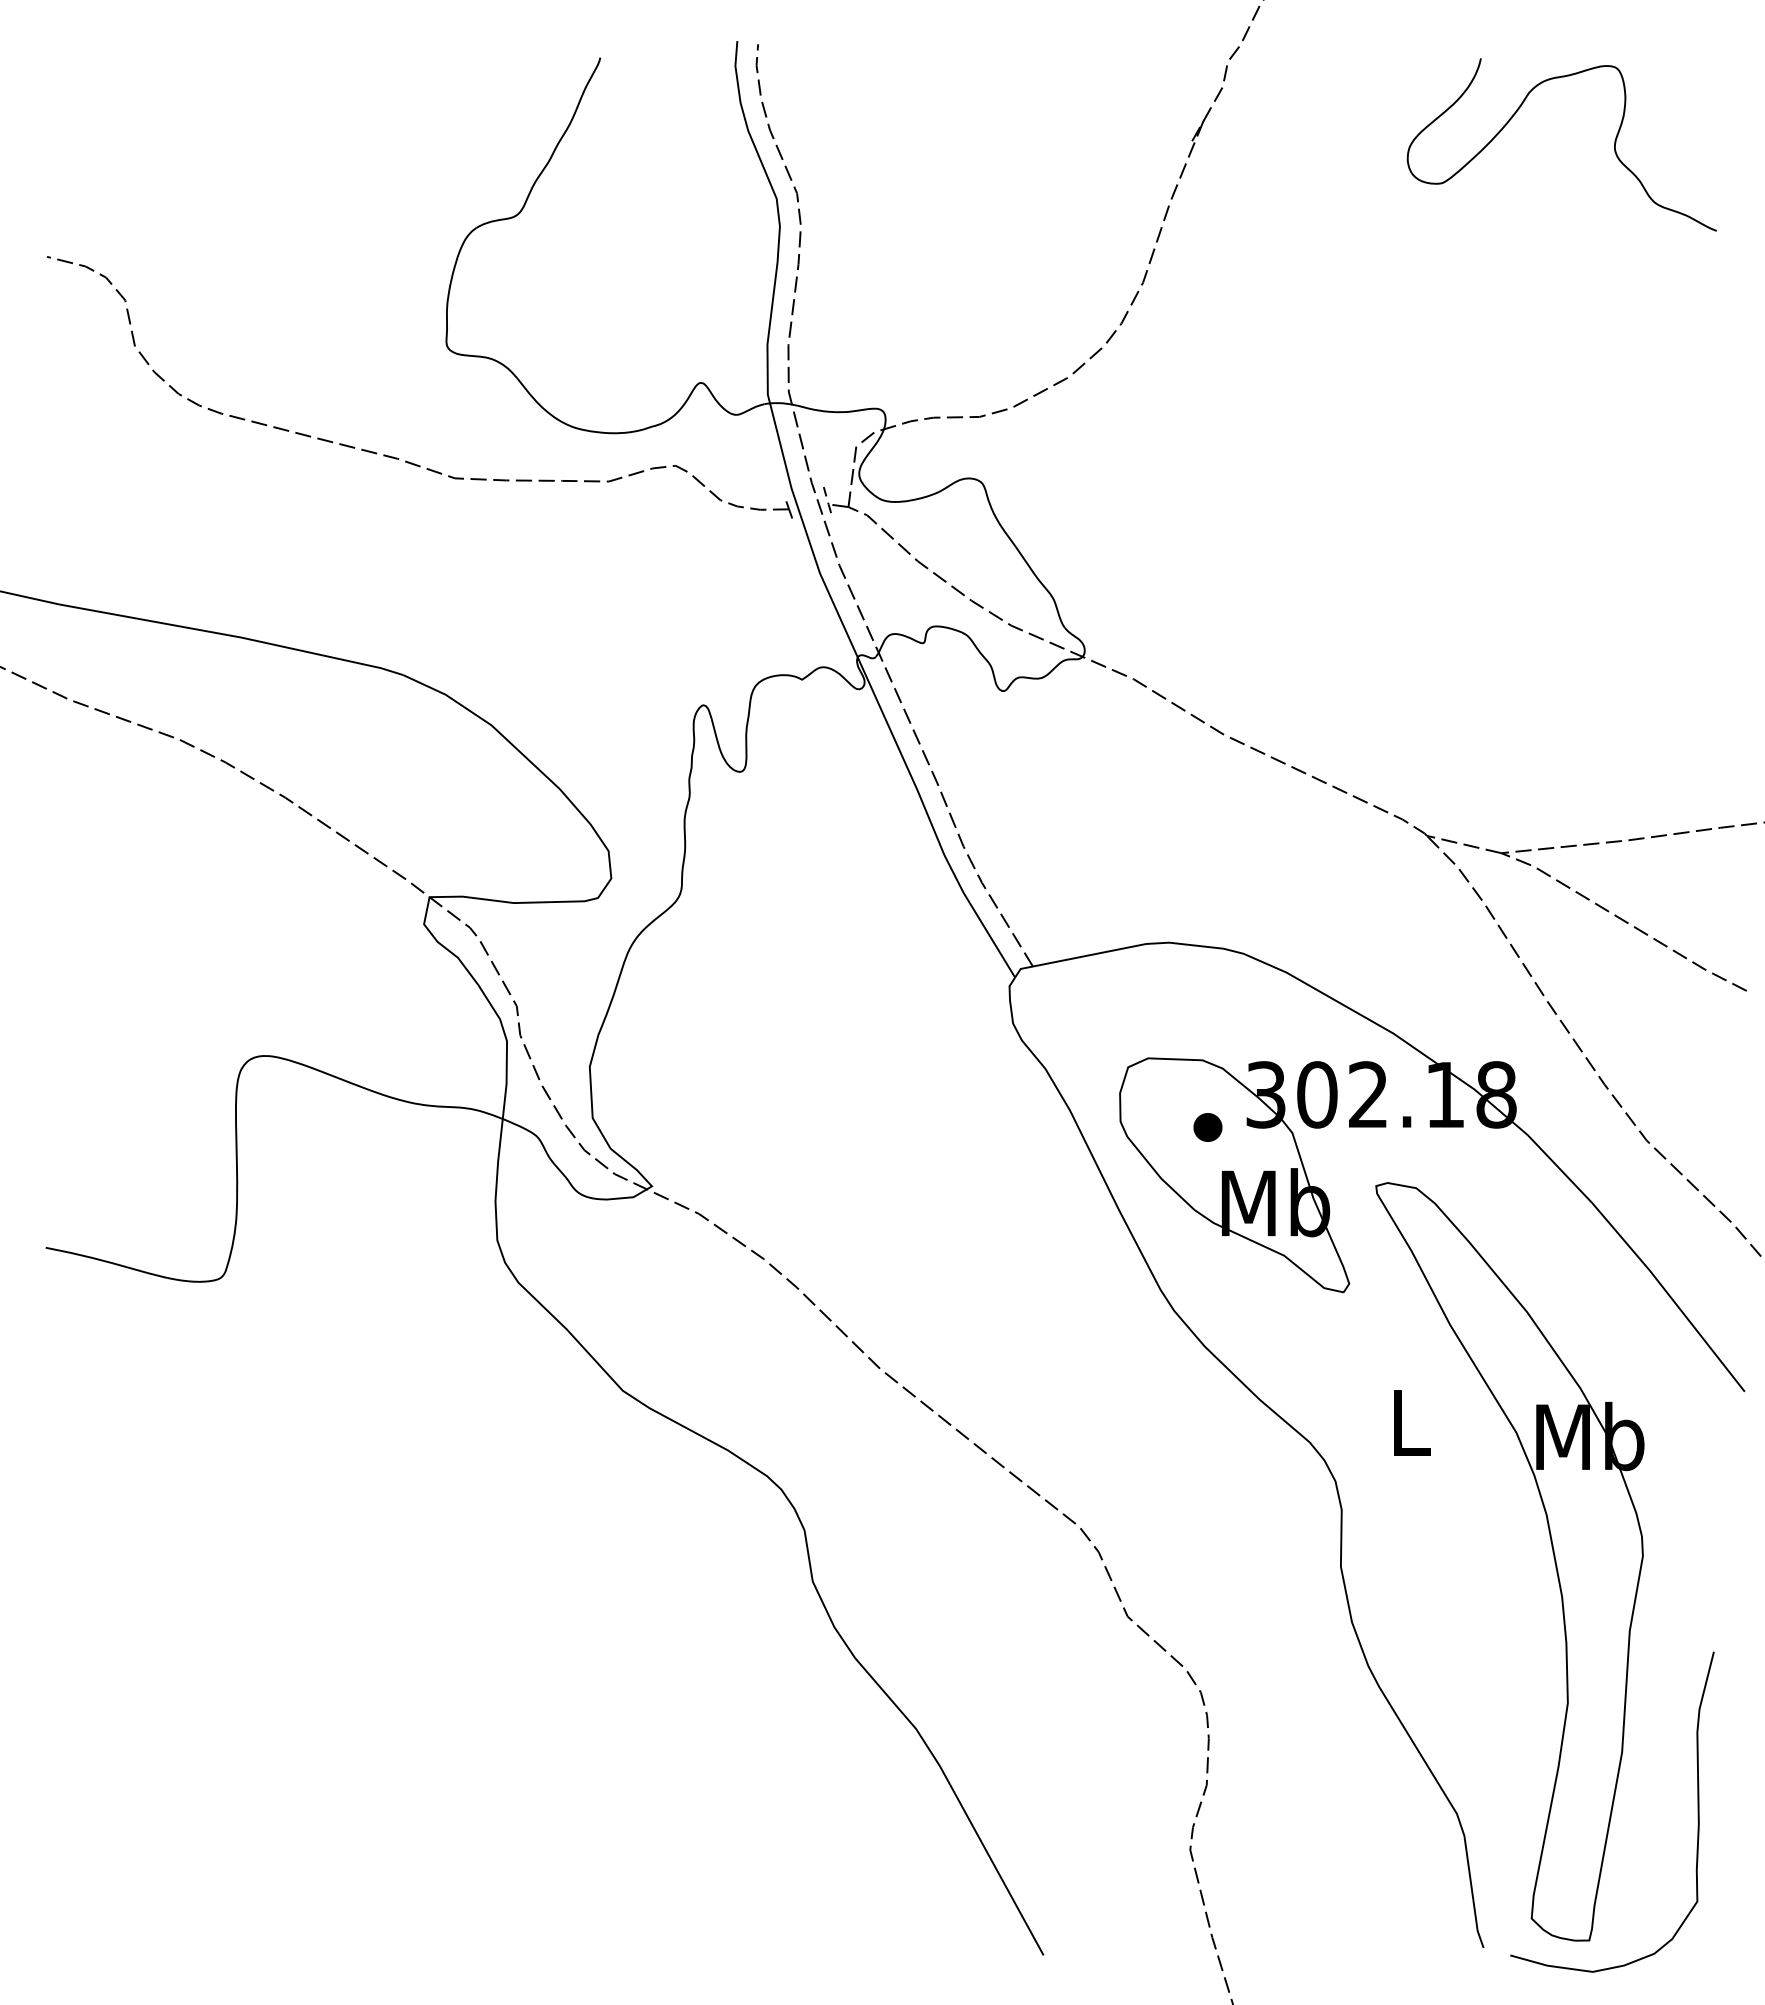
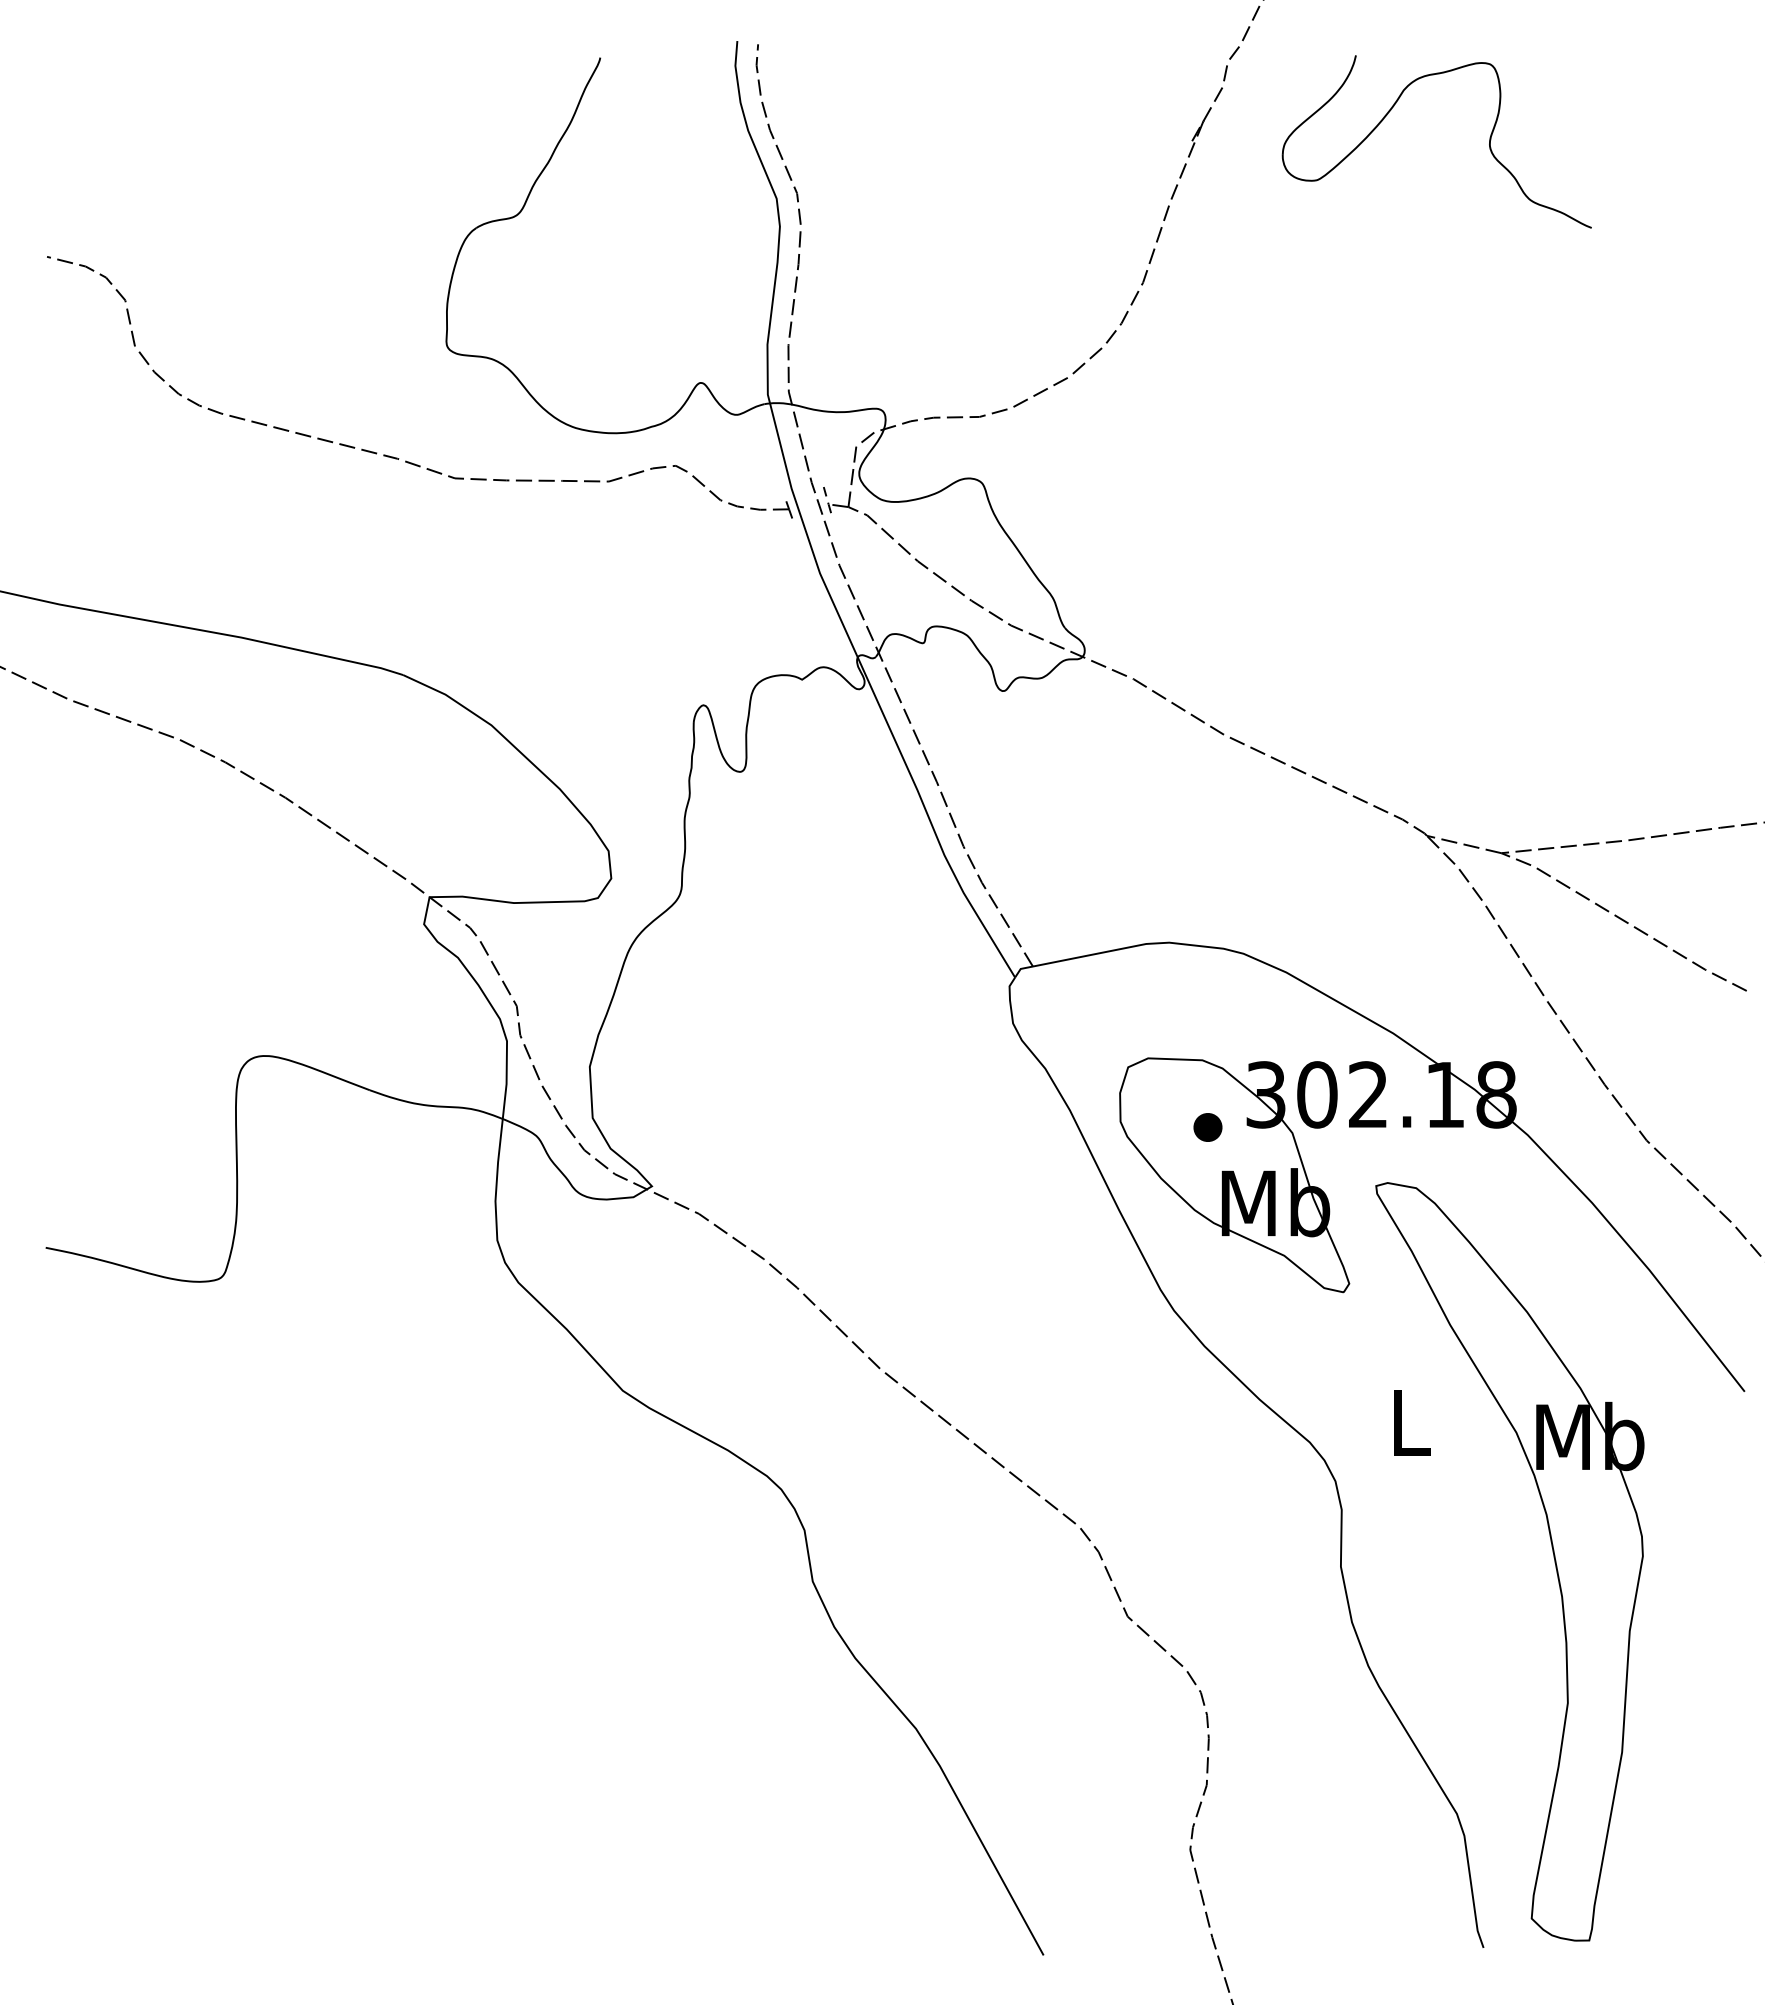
part at (1614, 144) position: (1614, 144) -> (1489, 141)
curve at (1697, 1811): present -> none
